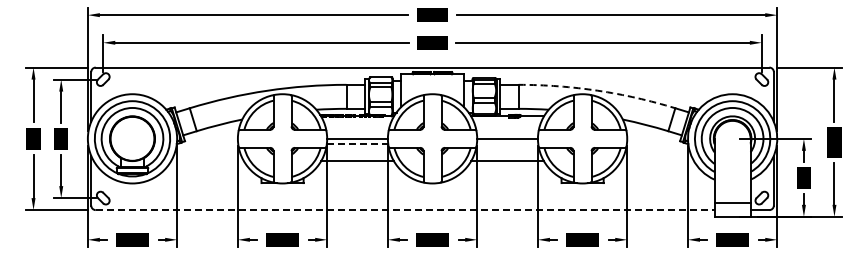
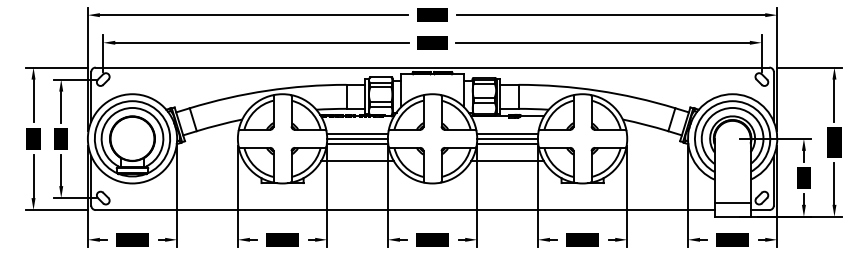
arc at (597, 90): dashed -> solid
line at (357, 134): none -> present
line at (507, 134): none -> present
line at (357, 143): dashed -> solid
line at (507, 143): none -> present
line at (405, 210): dashed -> solid
